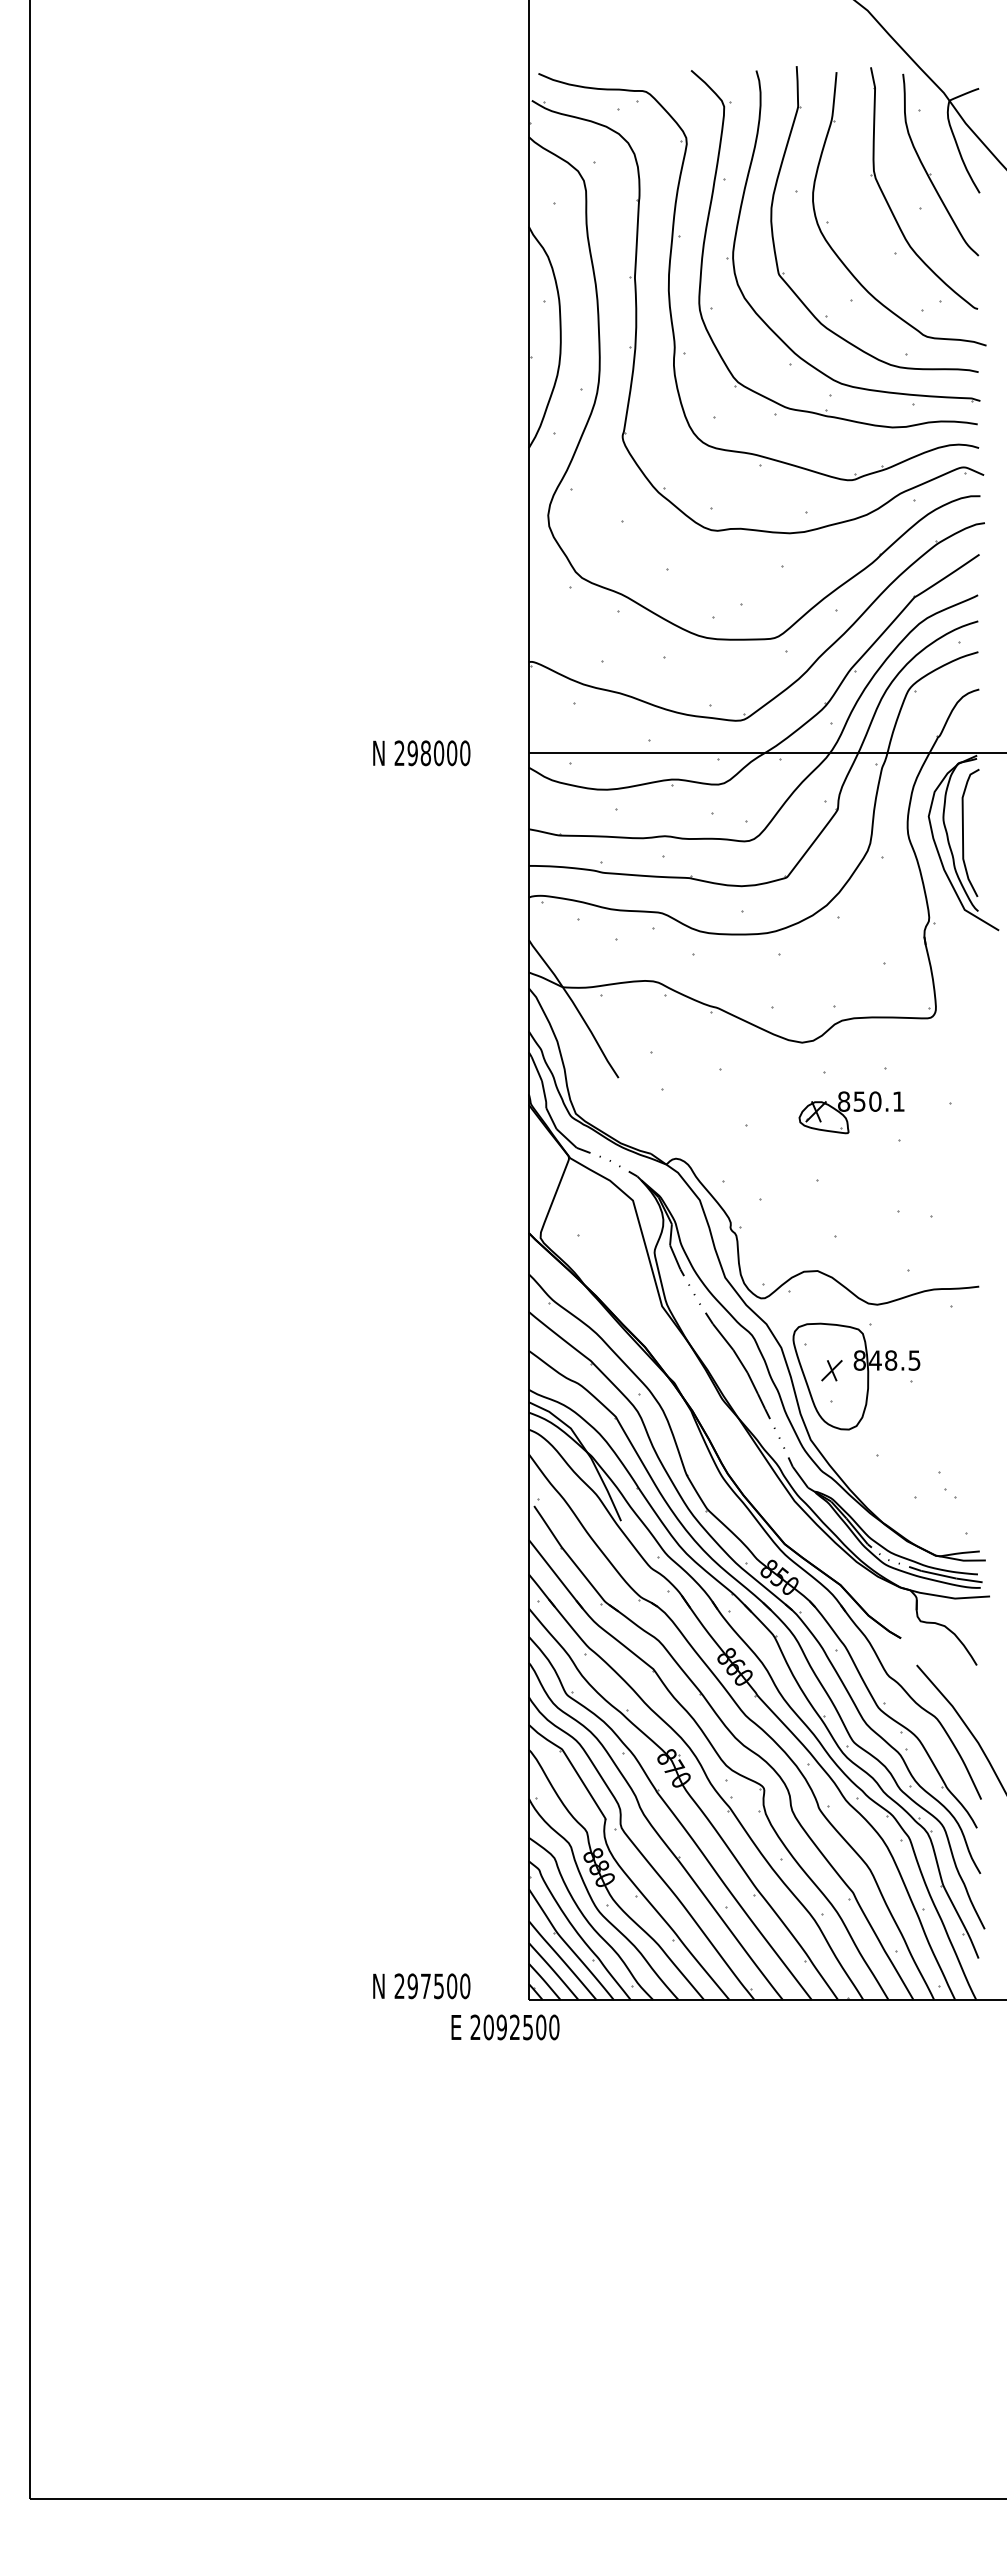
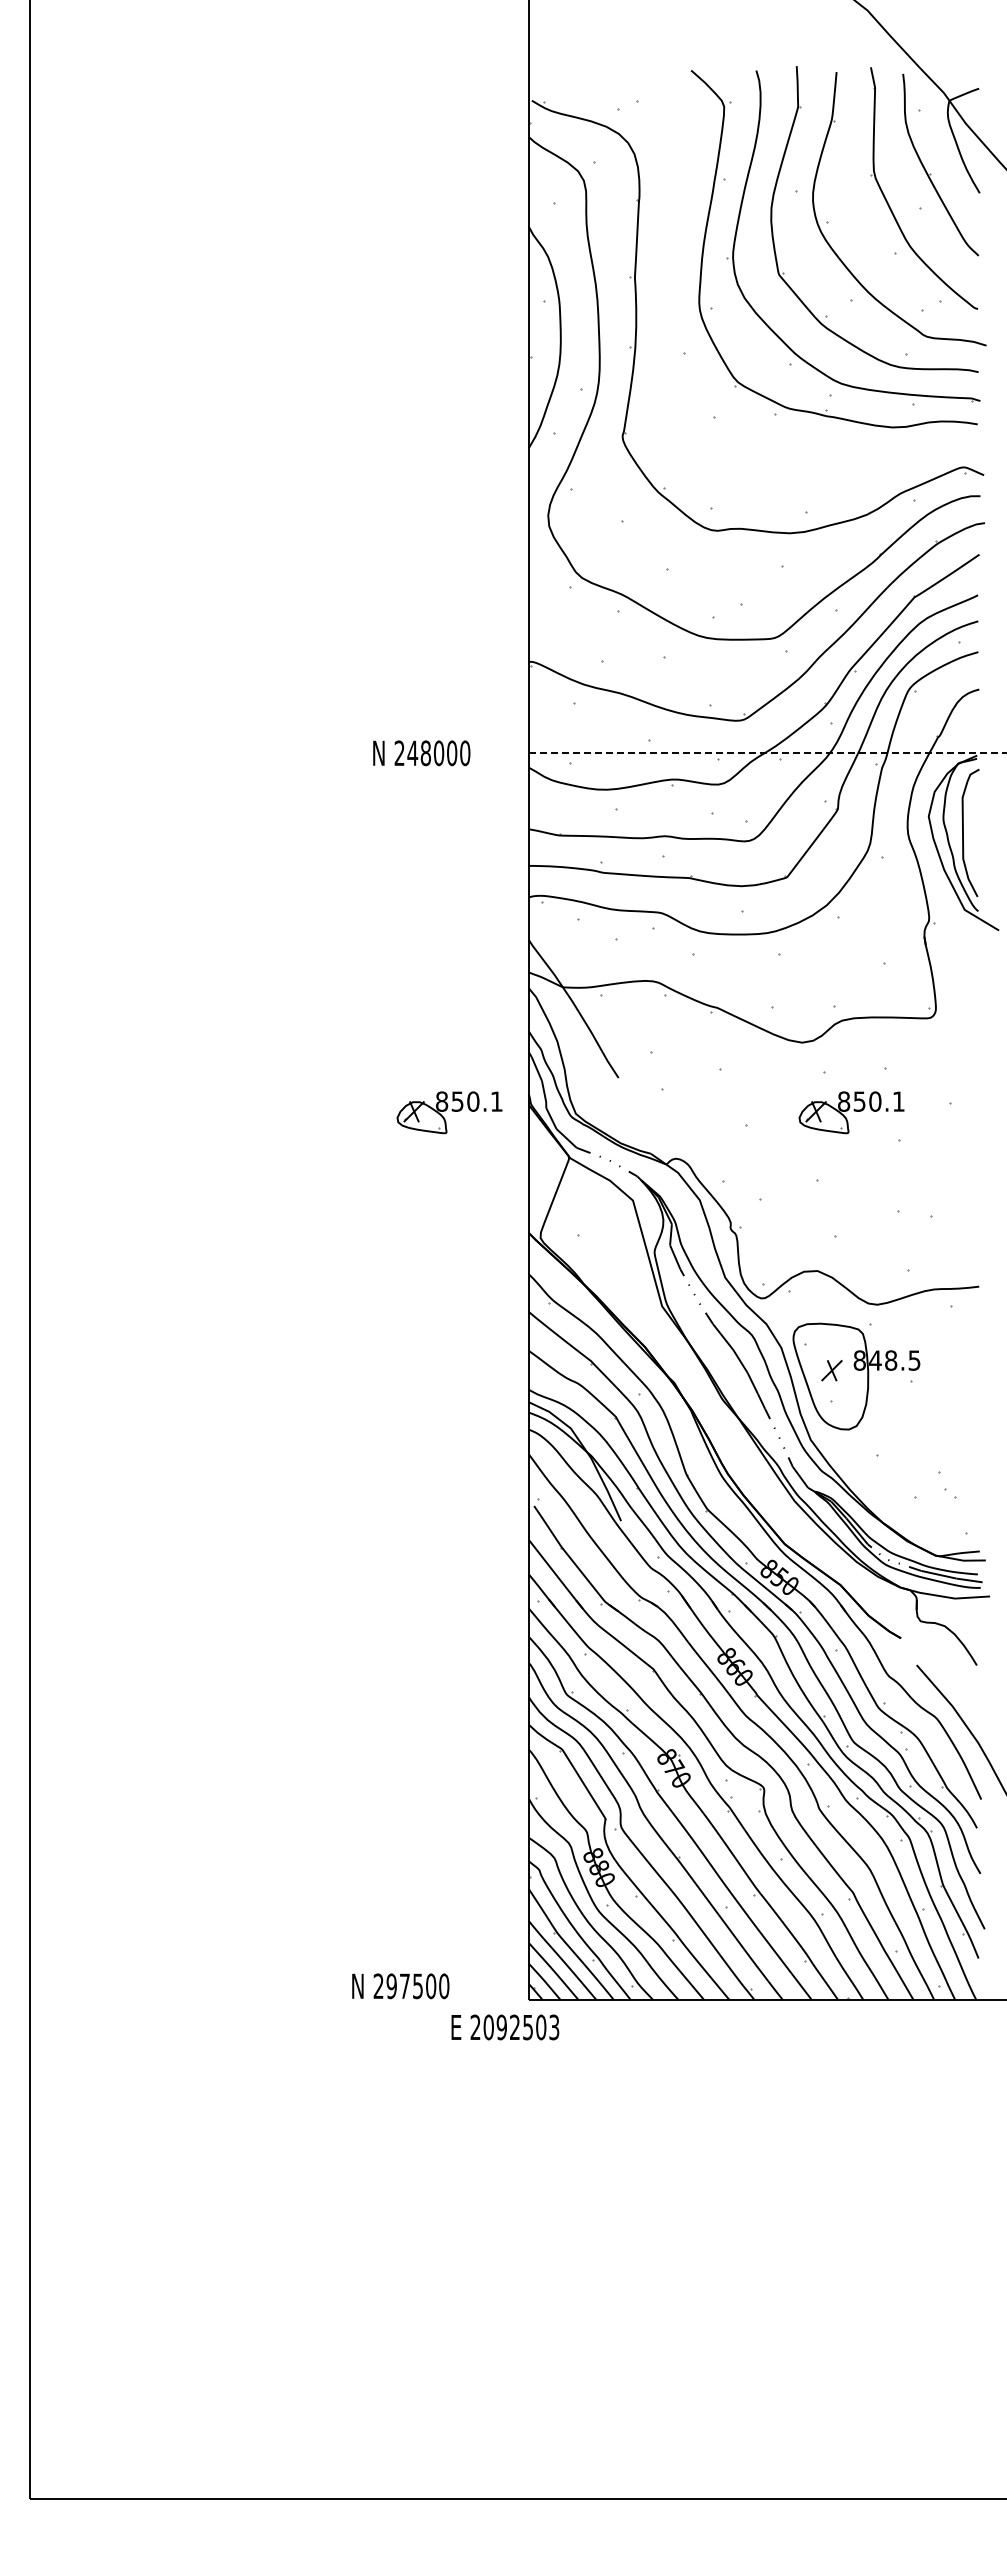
part at (680, 236): present -> none
text at (412, 753): 298000 -> 248000
line at (767, 753): solid -> dashed
part at (449, 1112): none -> present
text at (421, 1986) position: (421, 1986) -> (400, 1986)
text at (554, 2027): 2092500 -> 2092503
